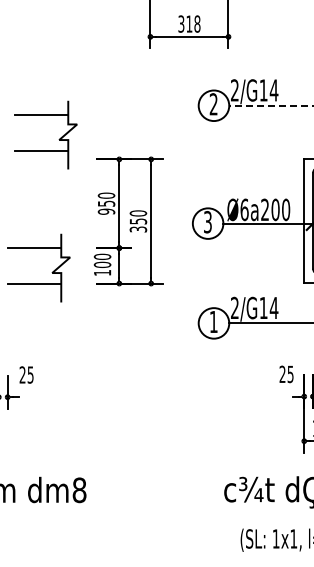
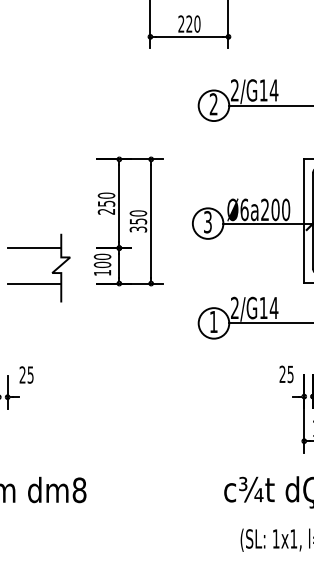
text at (189, 23): 318 -> 220
line at (270, 105): dashed -> solid
part at (58, 139): present -> none
text at (106, 211): 950 -> 250
